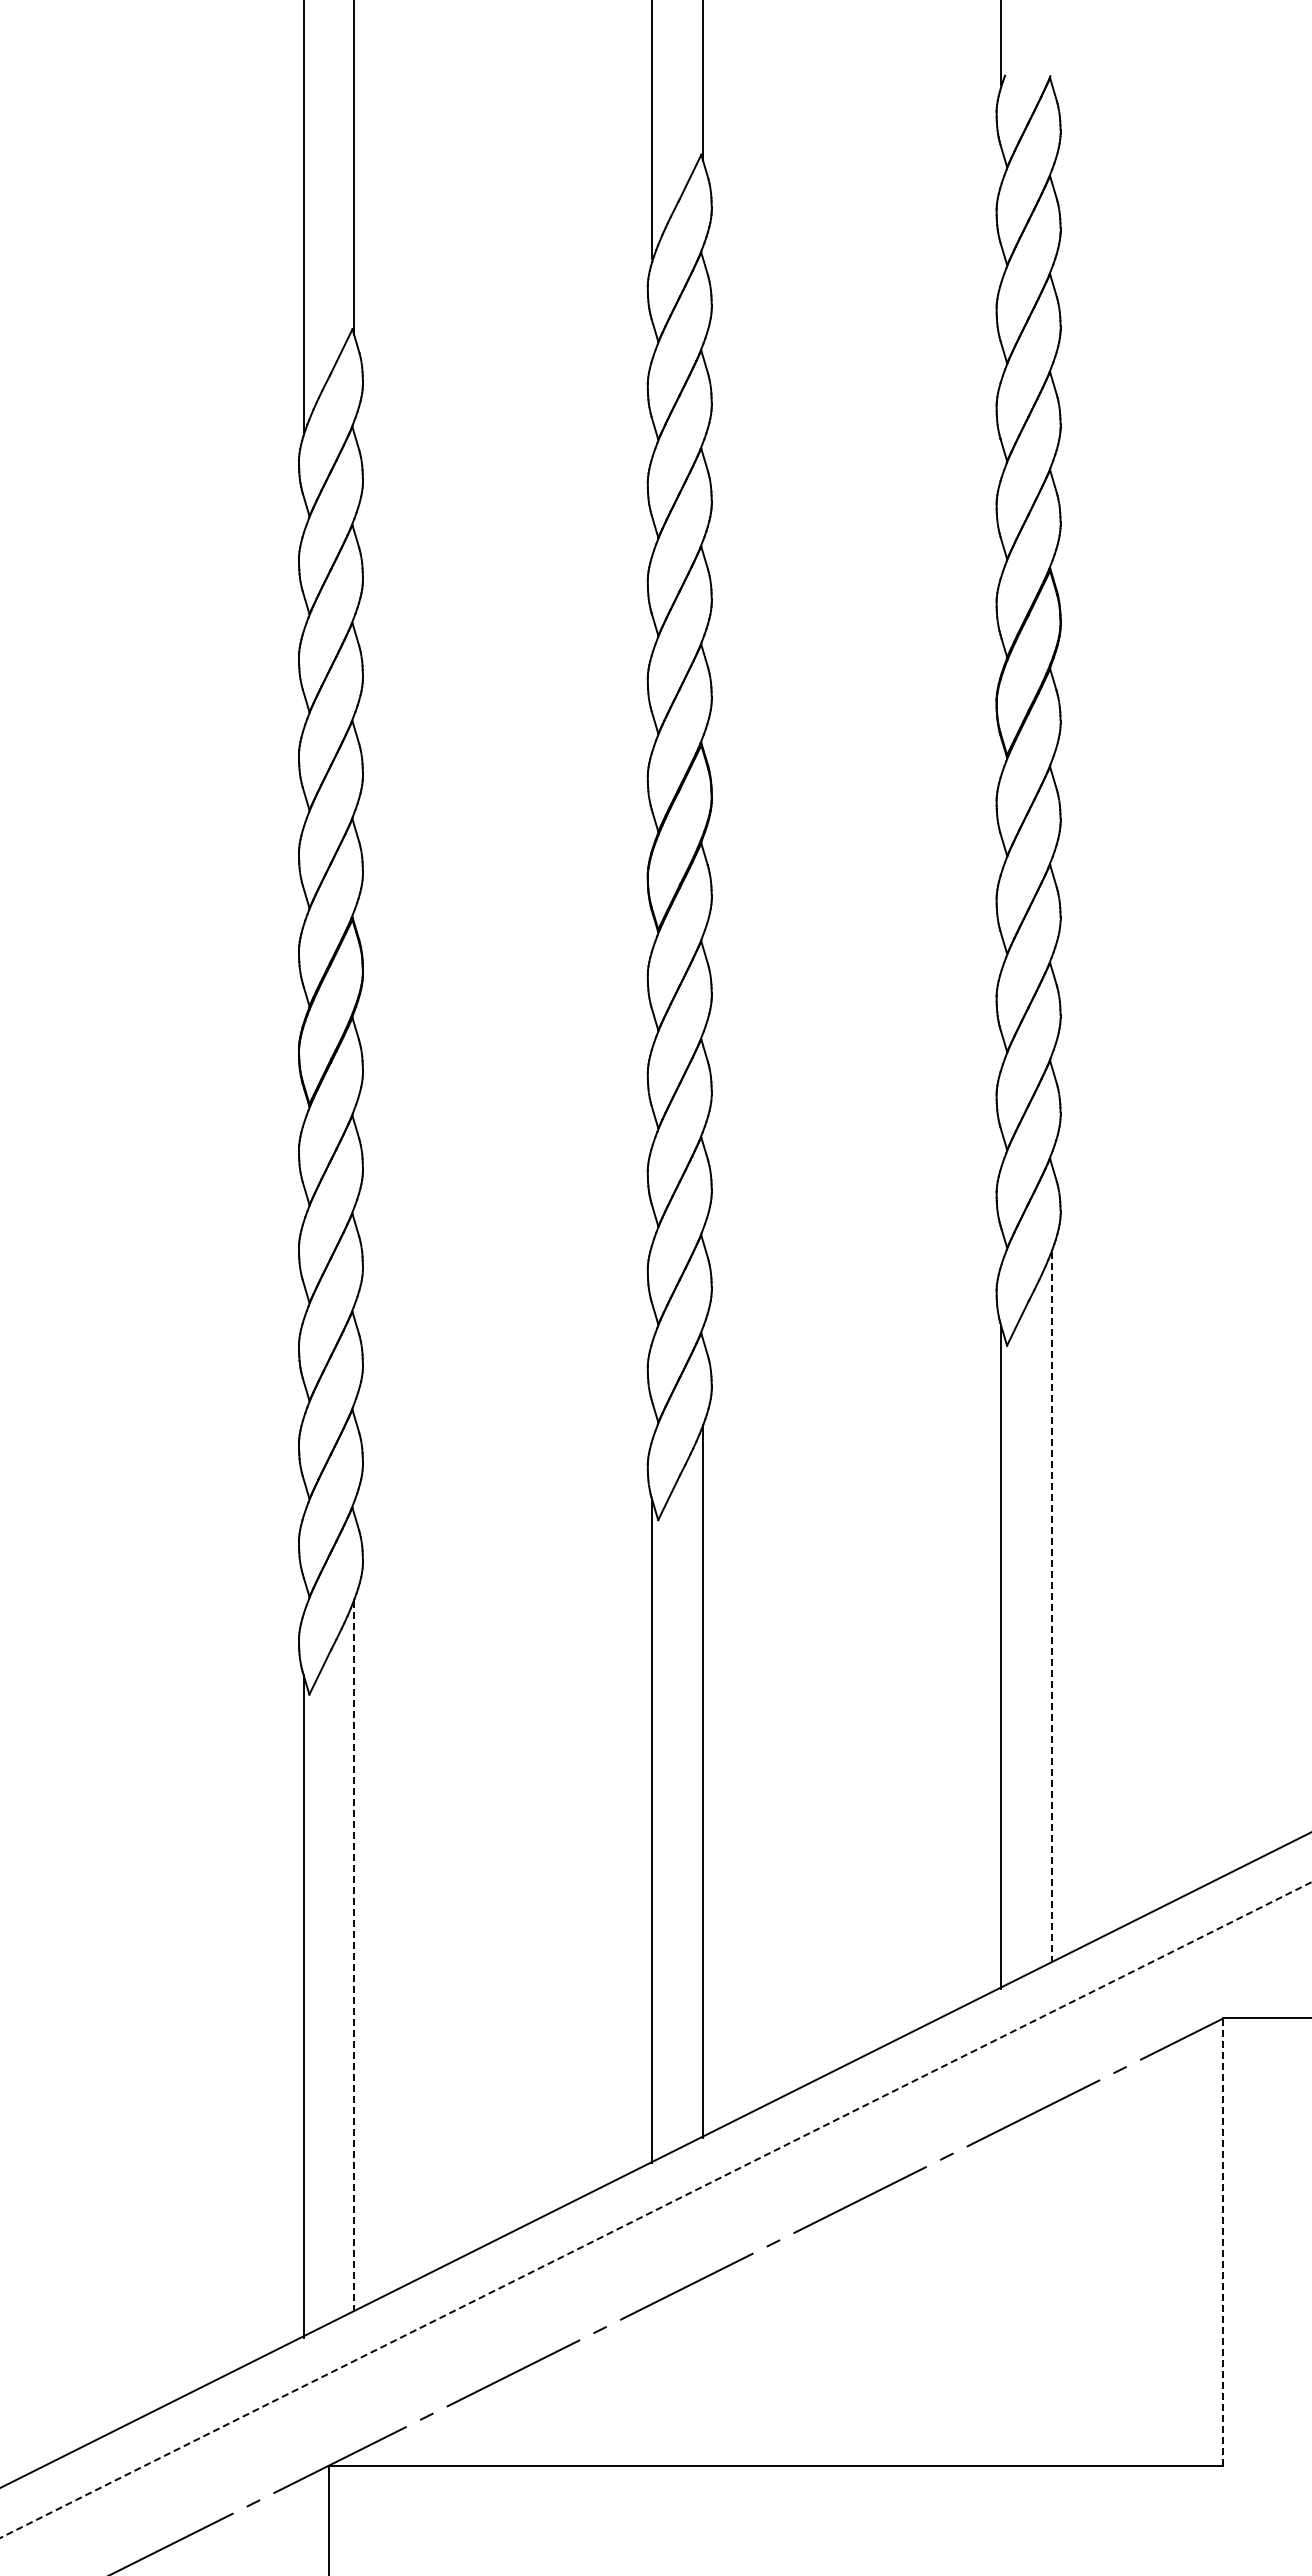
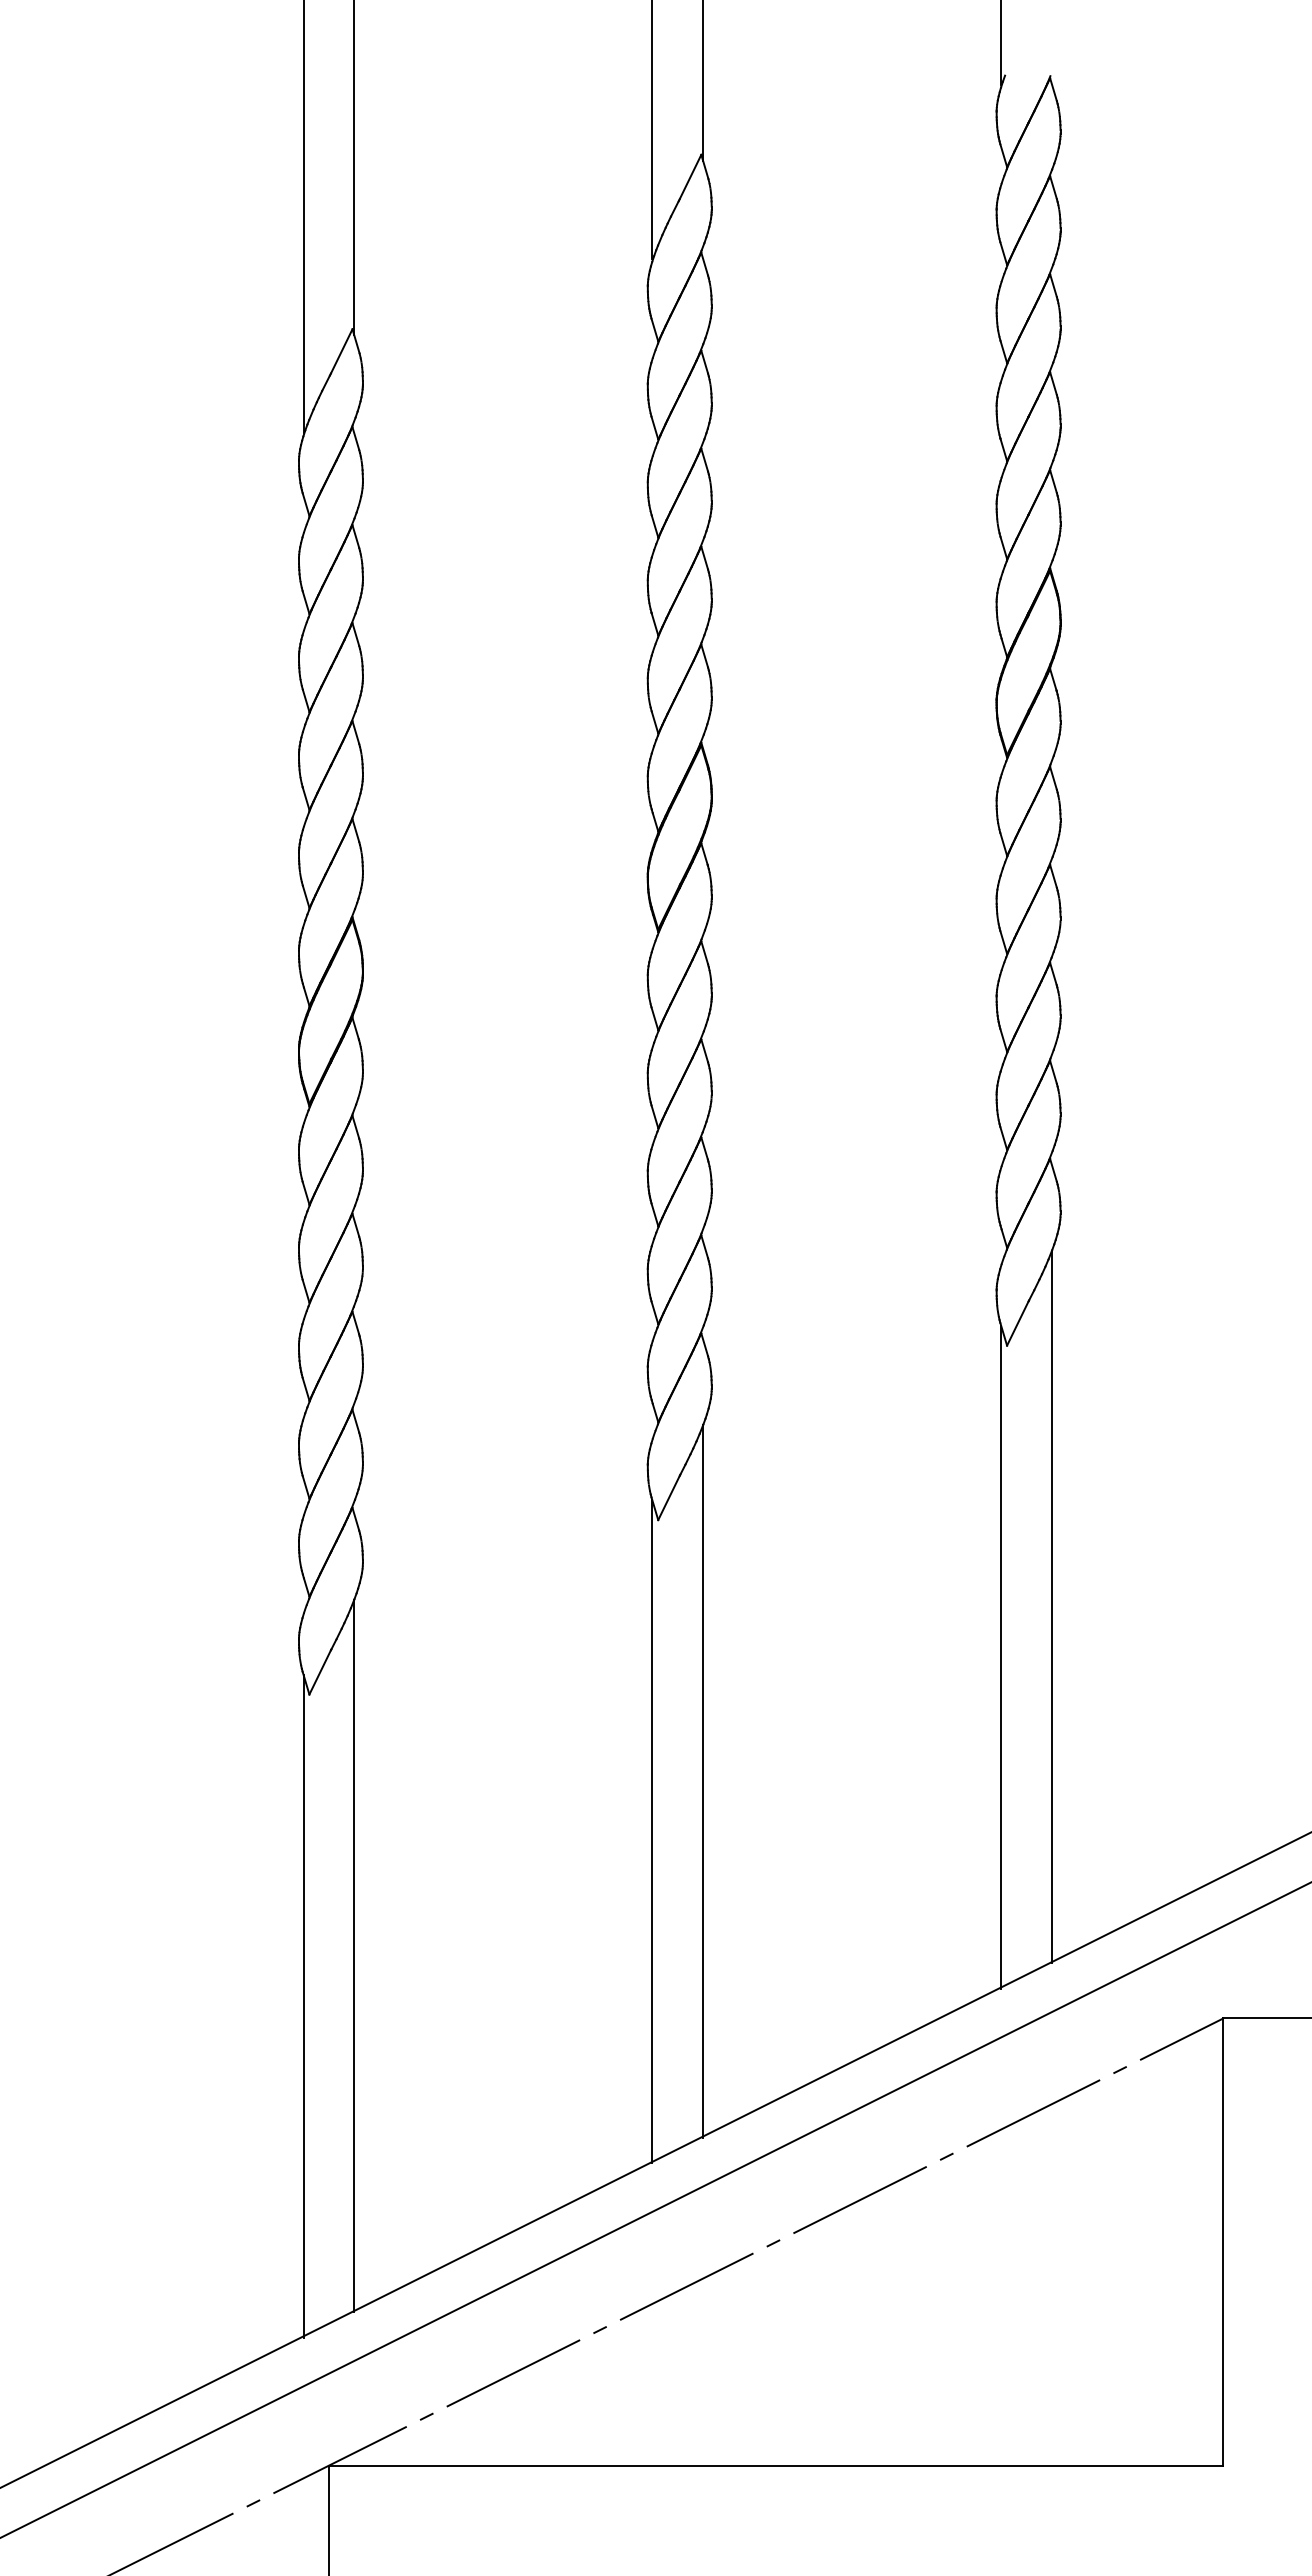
line at (1051, 1606): dashed -> solid
line at (354, 1955): dashed -> solid
line at (655, 2210): dashed -> solid
line at (1223, 2242): dashed -> solid
